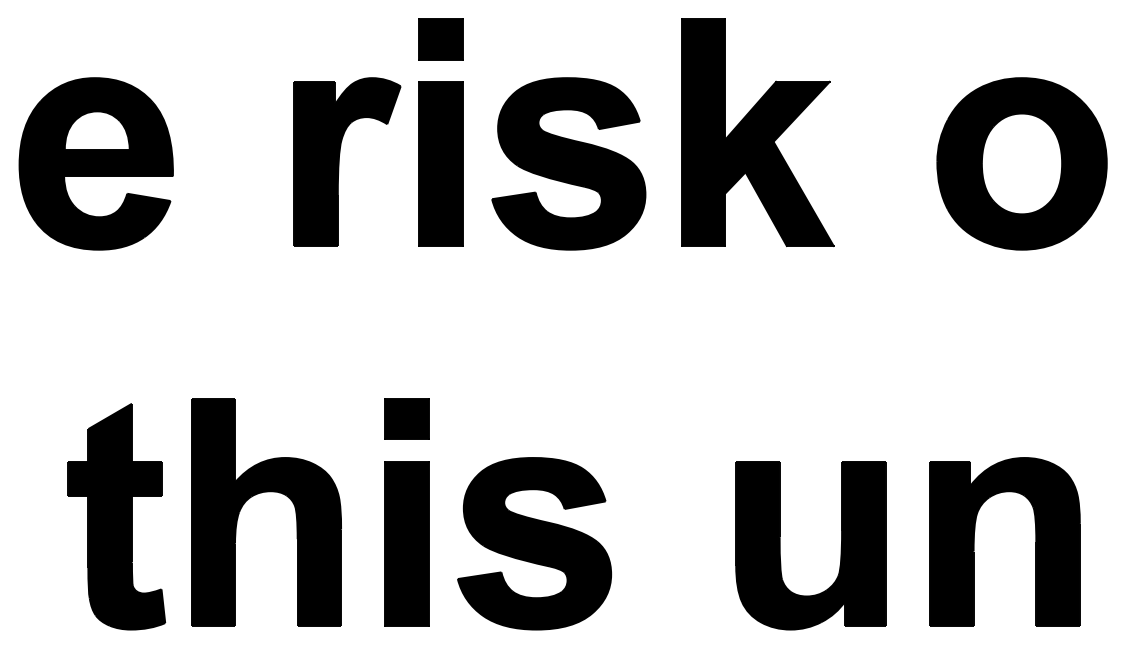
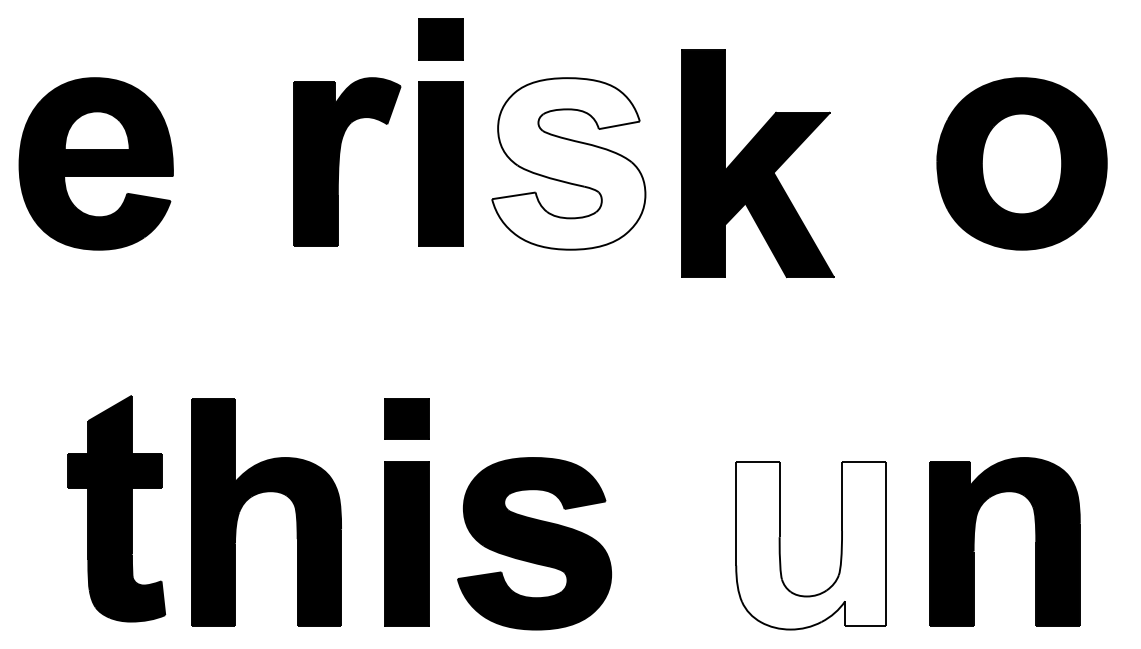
part at (757, 132) position: (757, 132) -> (757, 163)
fill at (568, 163): present -> none
part at (116, 516) position: (116, 516) -> (116, 508)
fill at (810, 545): present -> none
